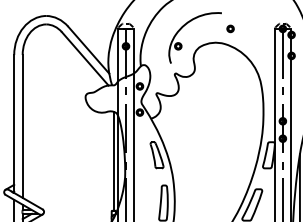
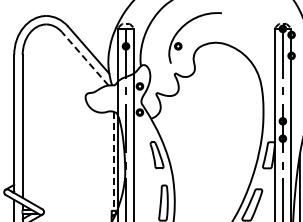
part at (230, 28): present -> none
line at (84, 58): solid -> dashed
line at (113, 161): solid -> dashed
